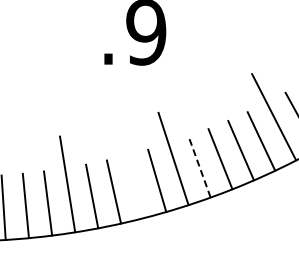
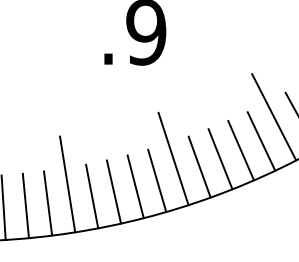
line at (199, 166): dashed -> solid
line at (135, 186): none -> present
